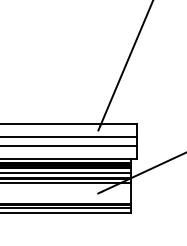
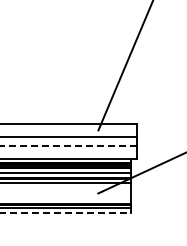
line at (68, 146): solid -> dashed
line at (66, 212): solid -> dashed
